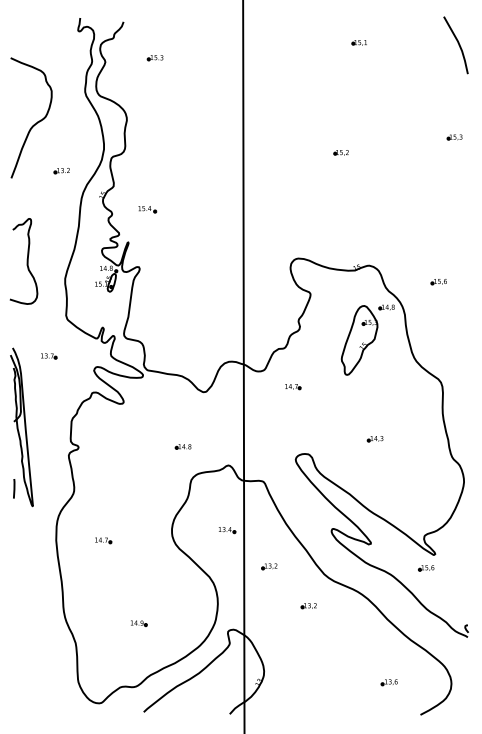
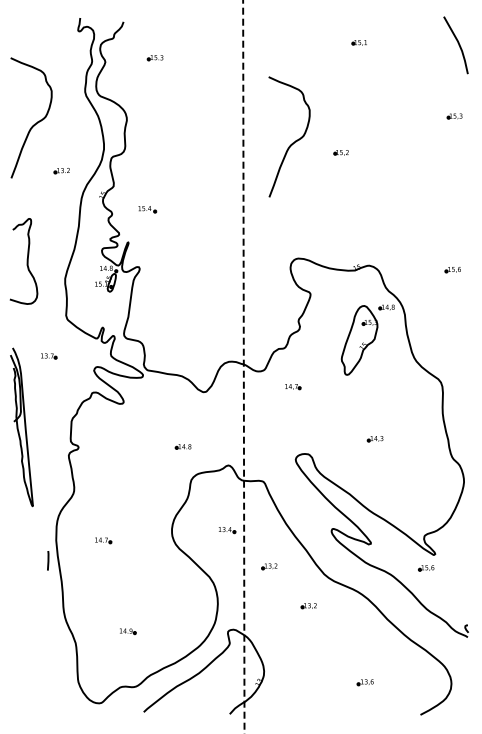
part at (454, 137) position: (454, 137) -> (454, 116)
curve at (292, 142): none -> present
part at (438, 282) position: (438, 282) -> (452, 270)
line at (243, 366): solid -> dashed
line at (14, 488) position: (14, 488) -> (48, 560)
part at (139, 623) position: (139, 623) -> (128, 631)
part at (388, 682) position: (388, 682) -> (364, 682)
